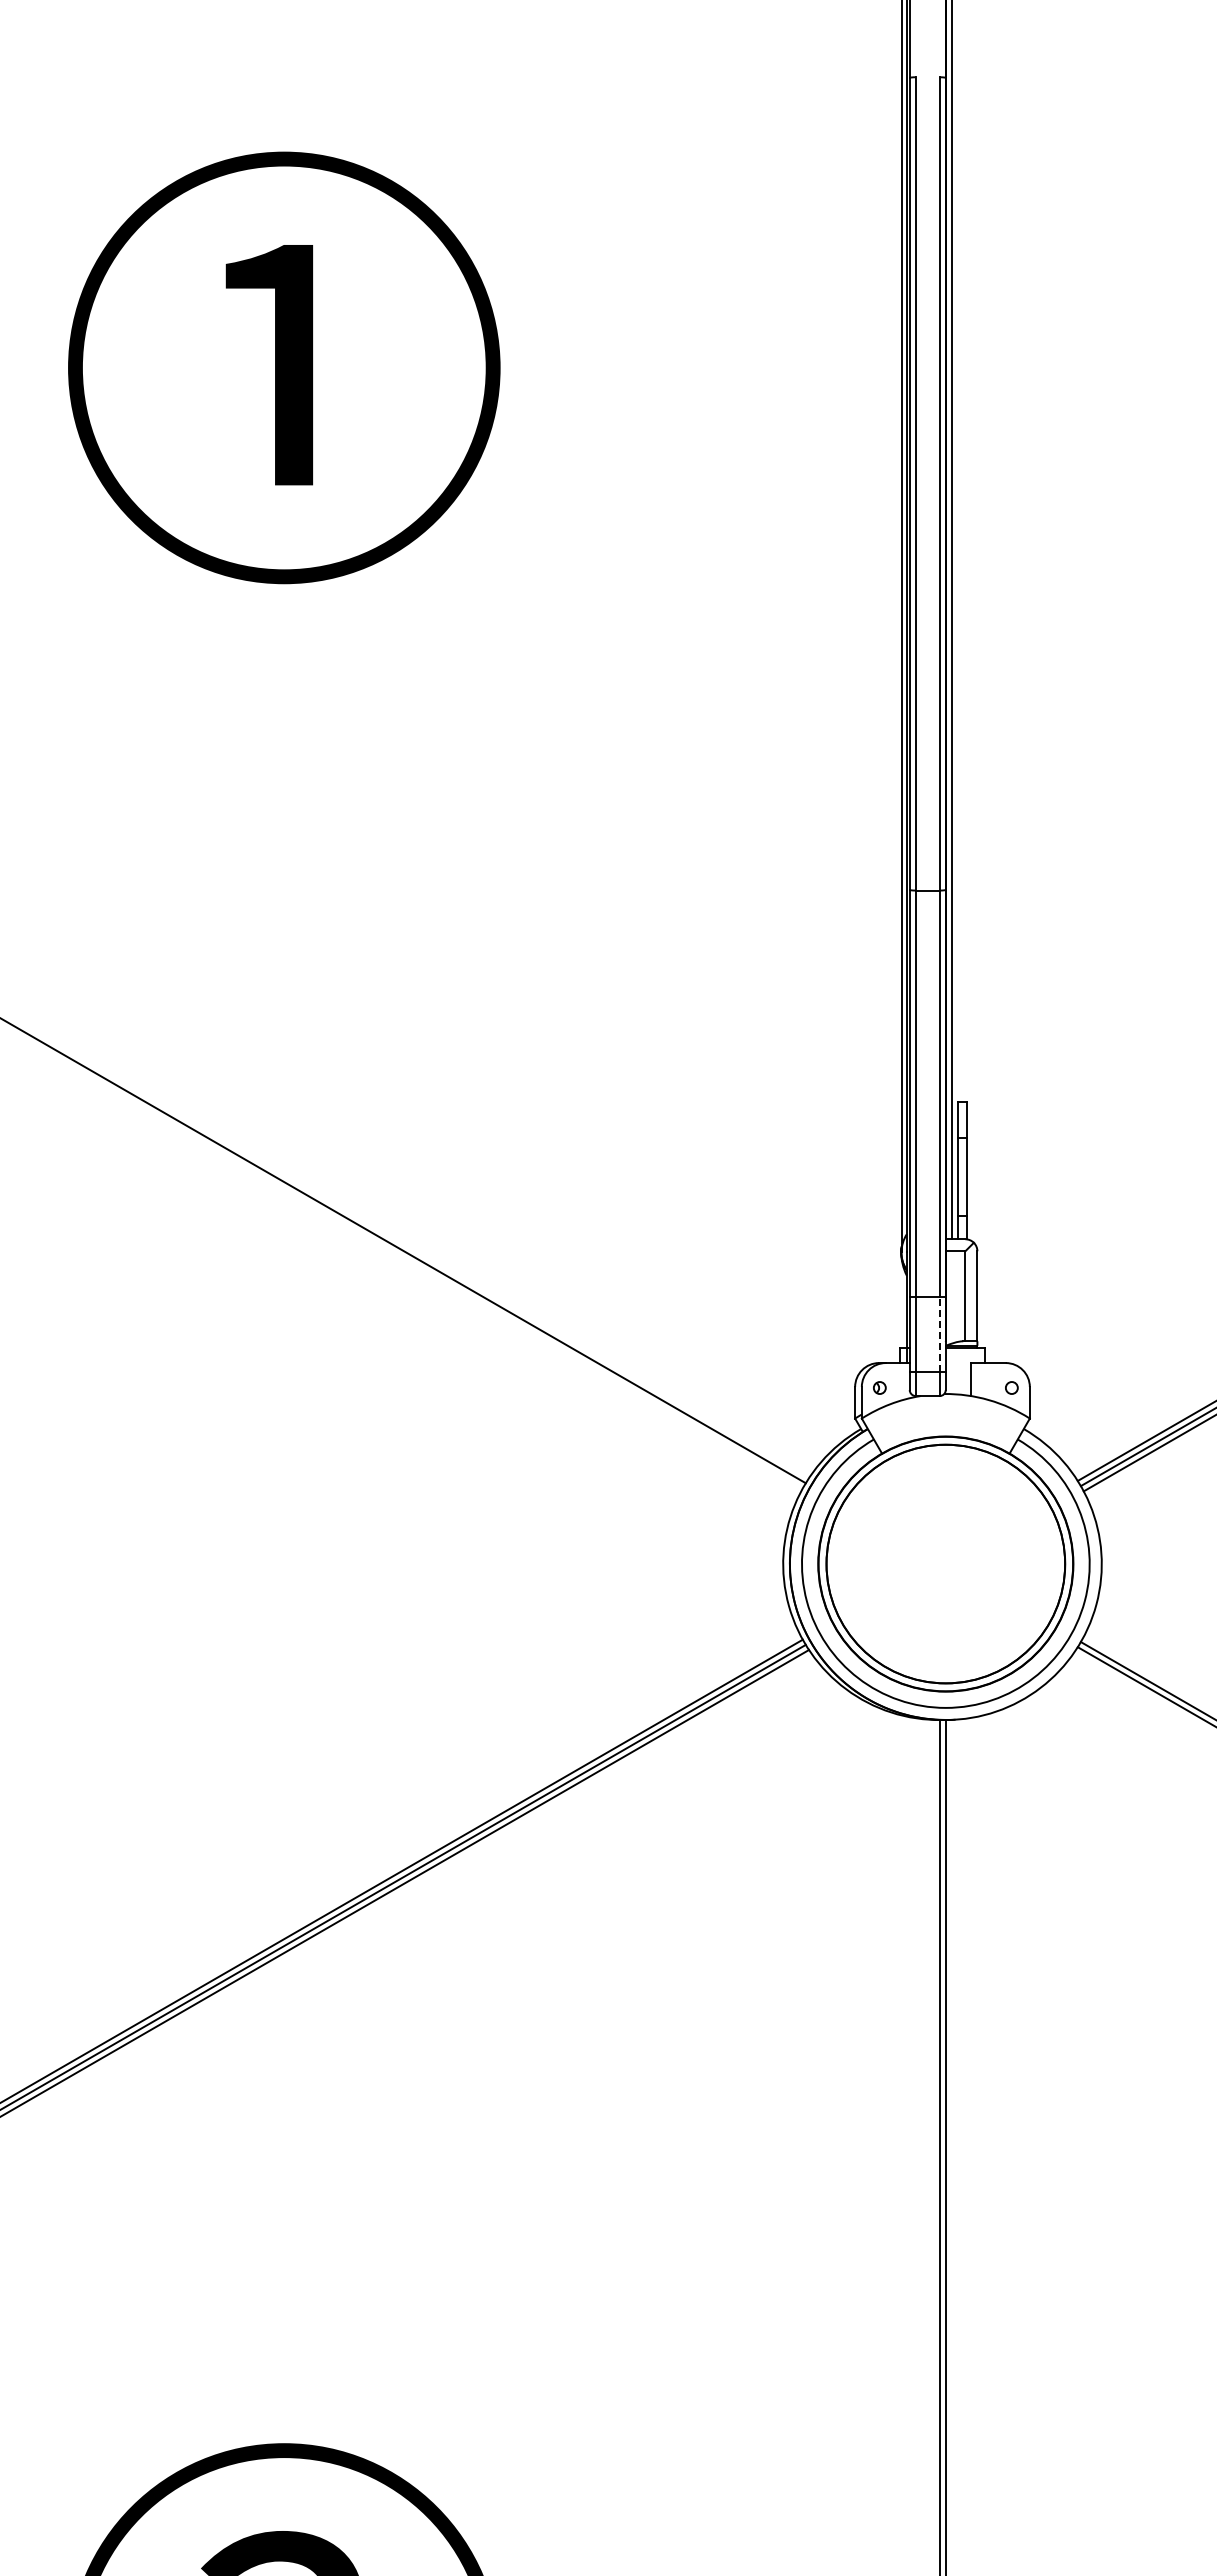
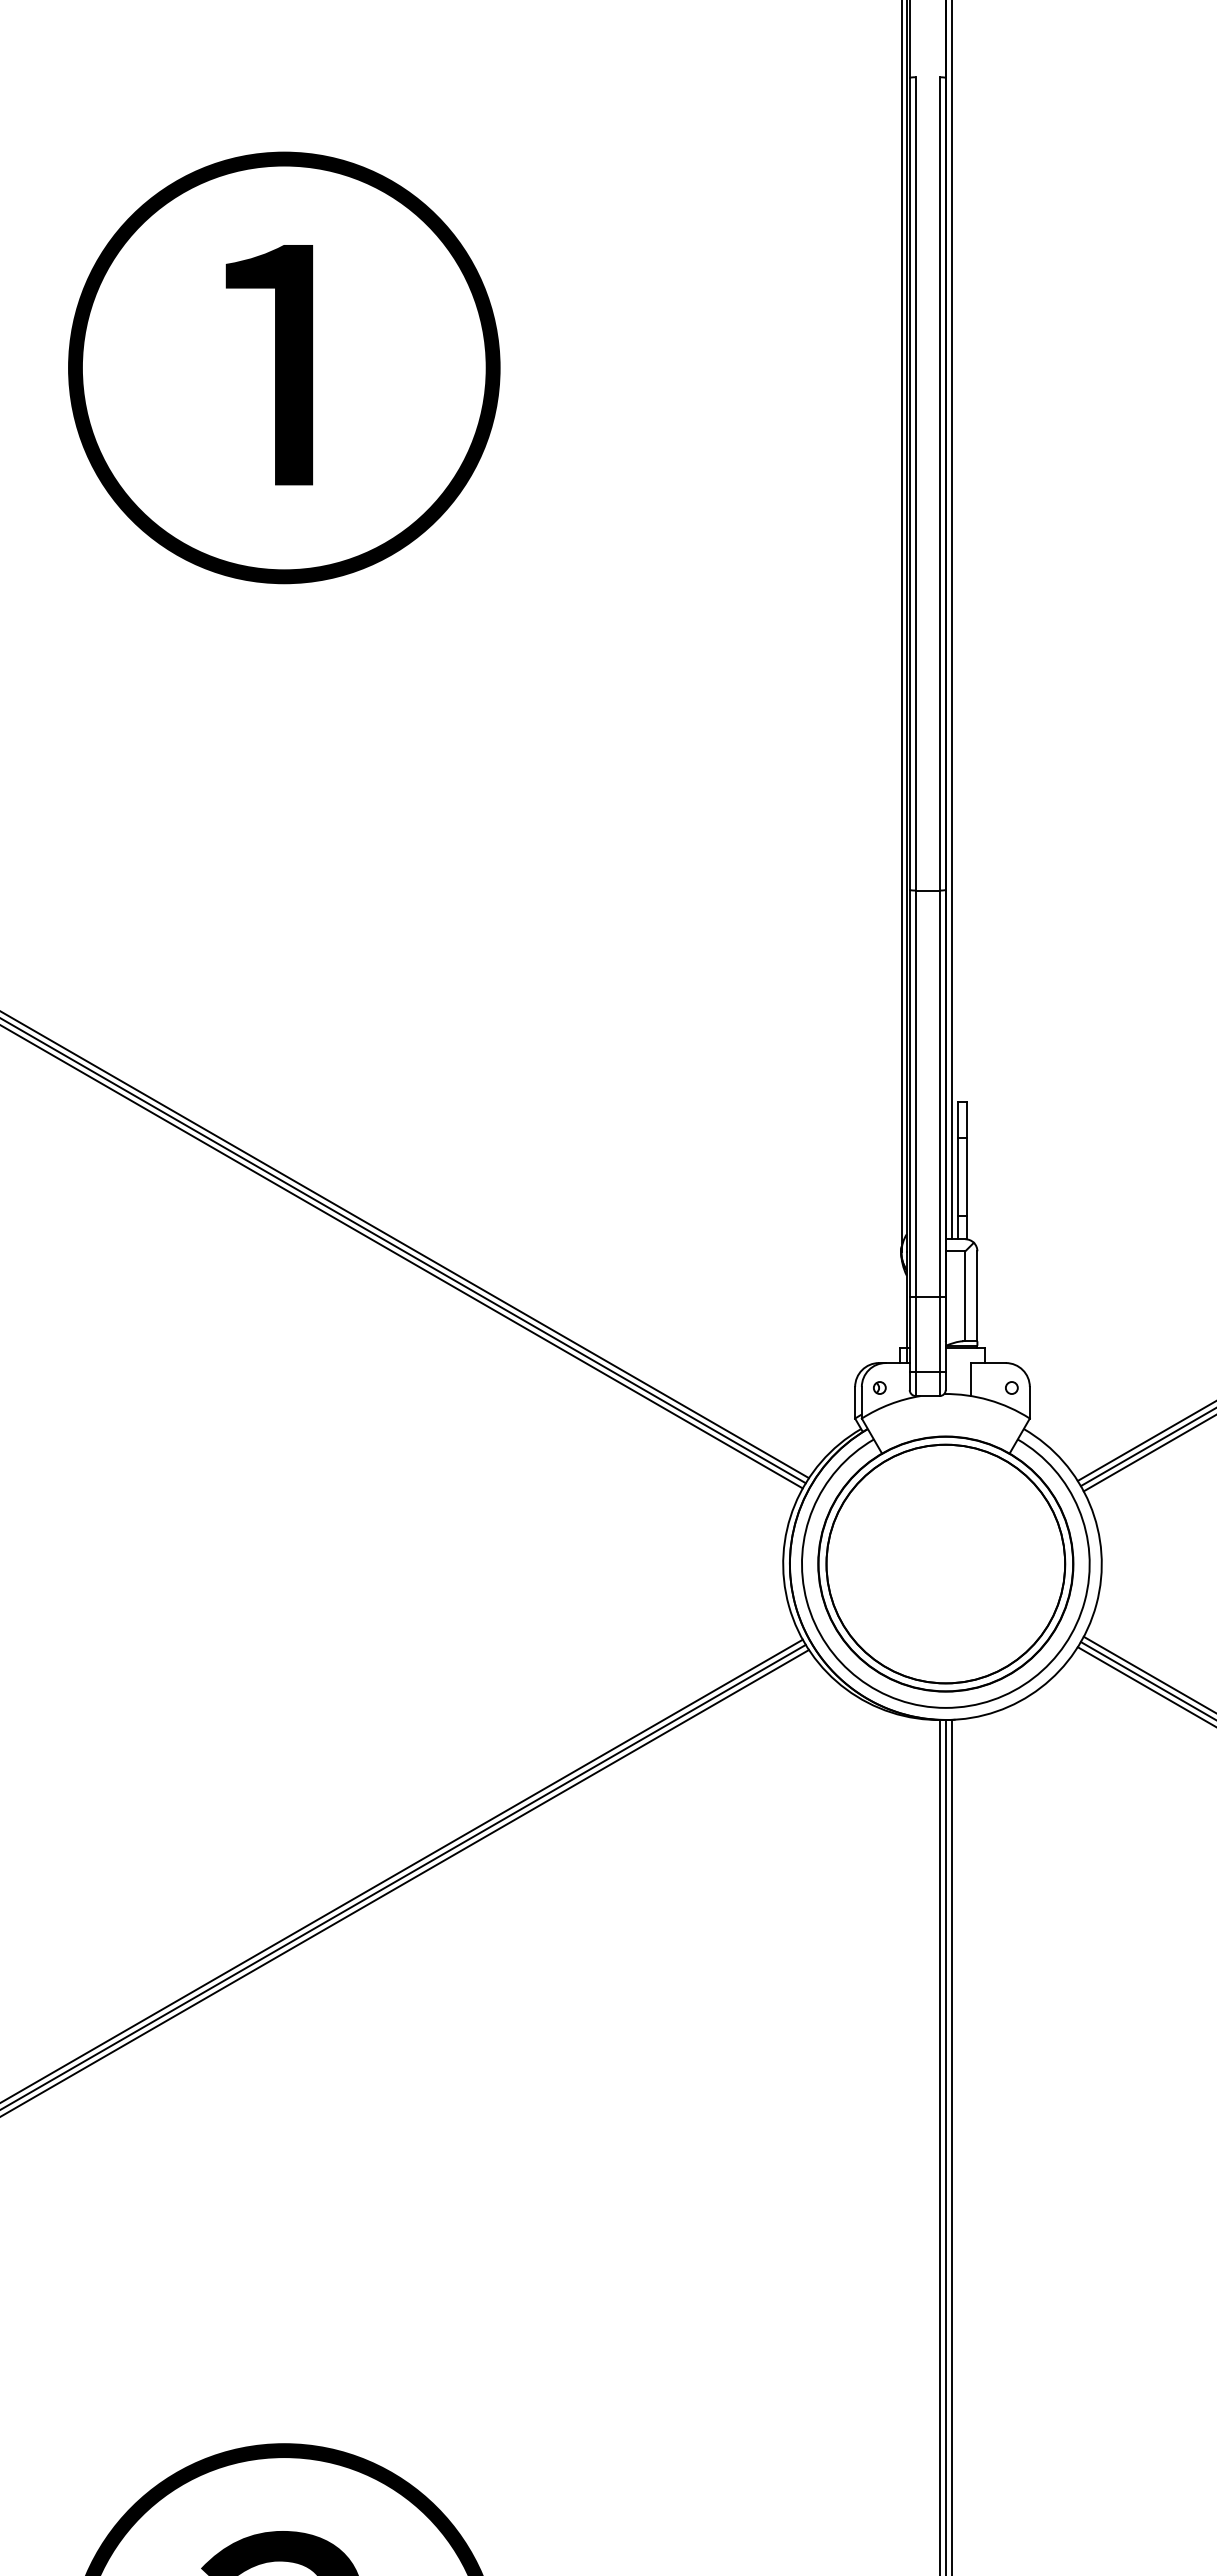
line at (405, 1245): none -> present
line at (402, 1257): none -> present
line at (939, 1334): dashed -> solid
line at (1148, 1673): none -> present
line at (951, 2145): none -> present
